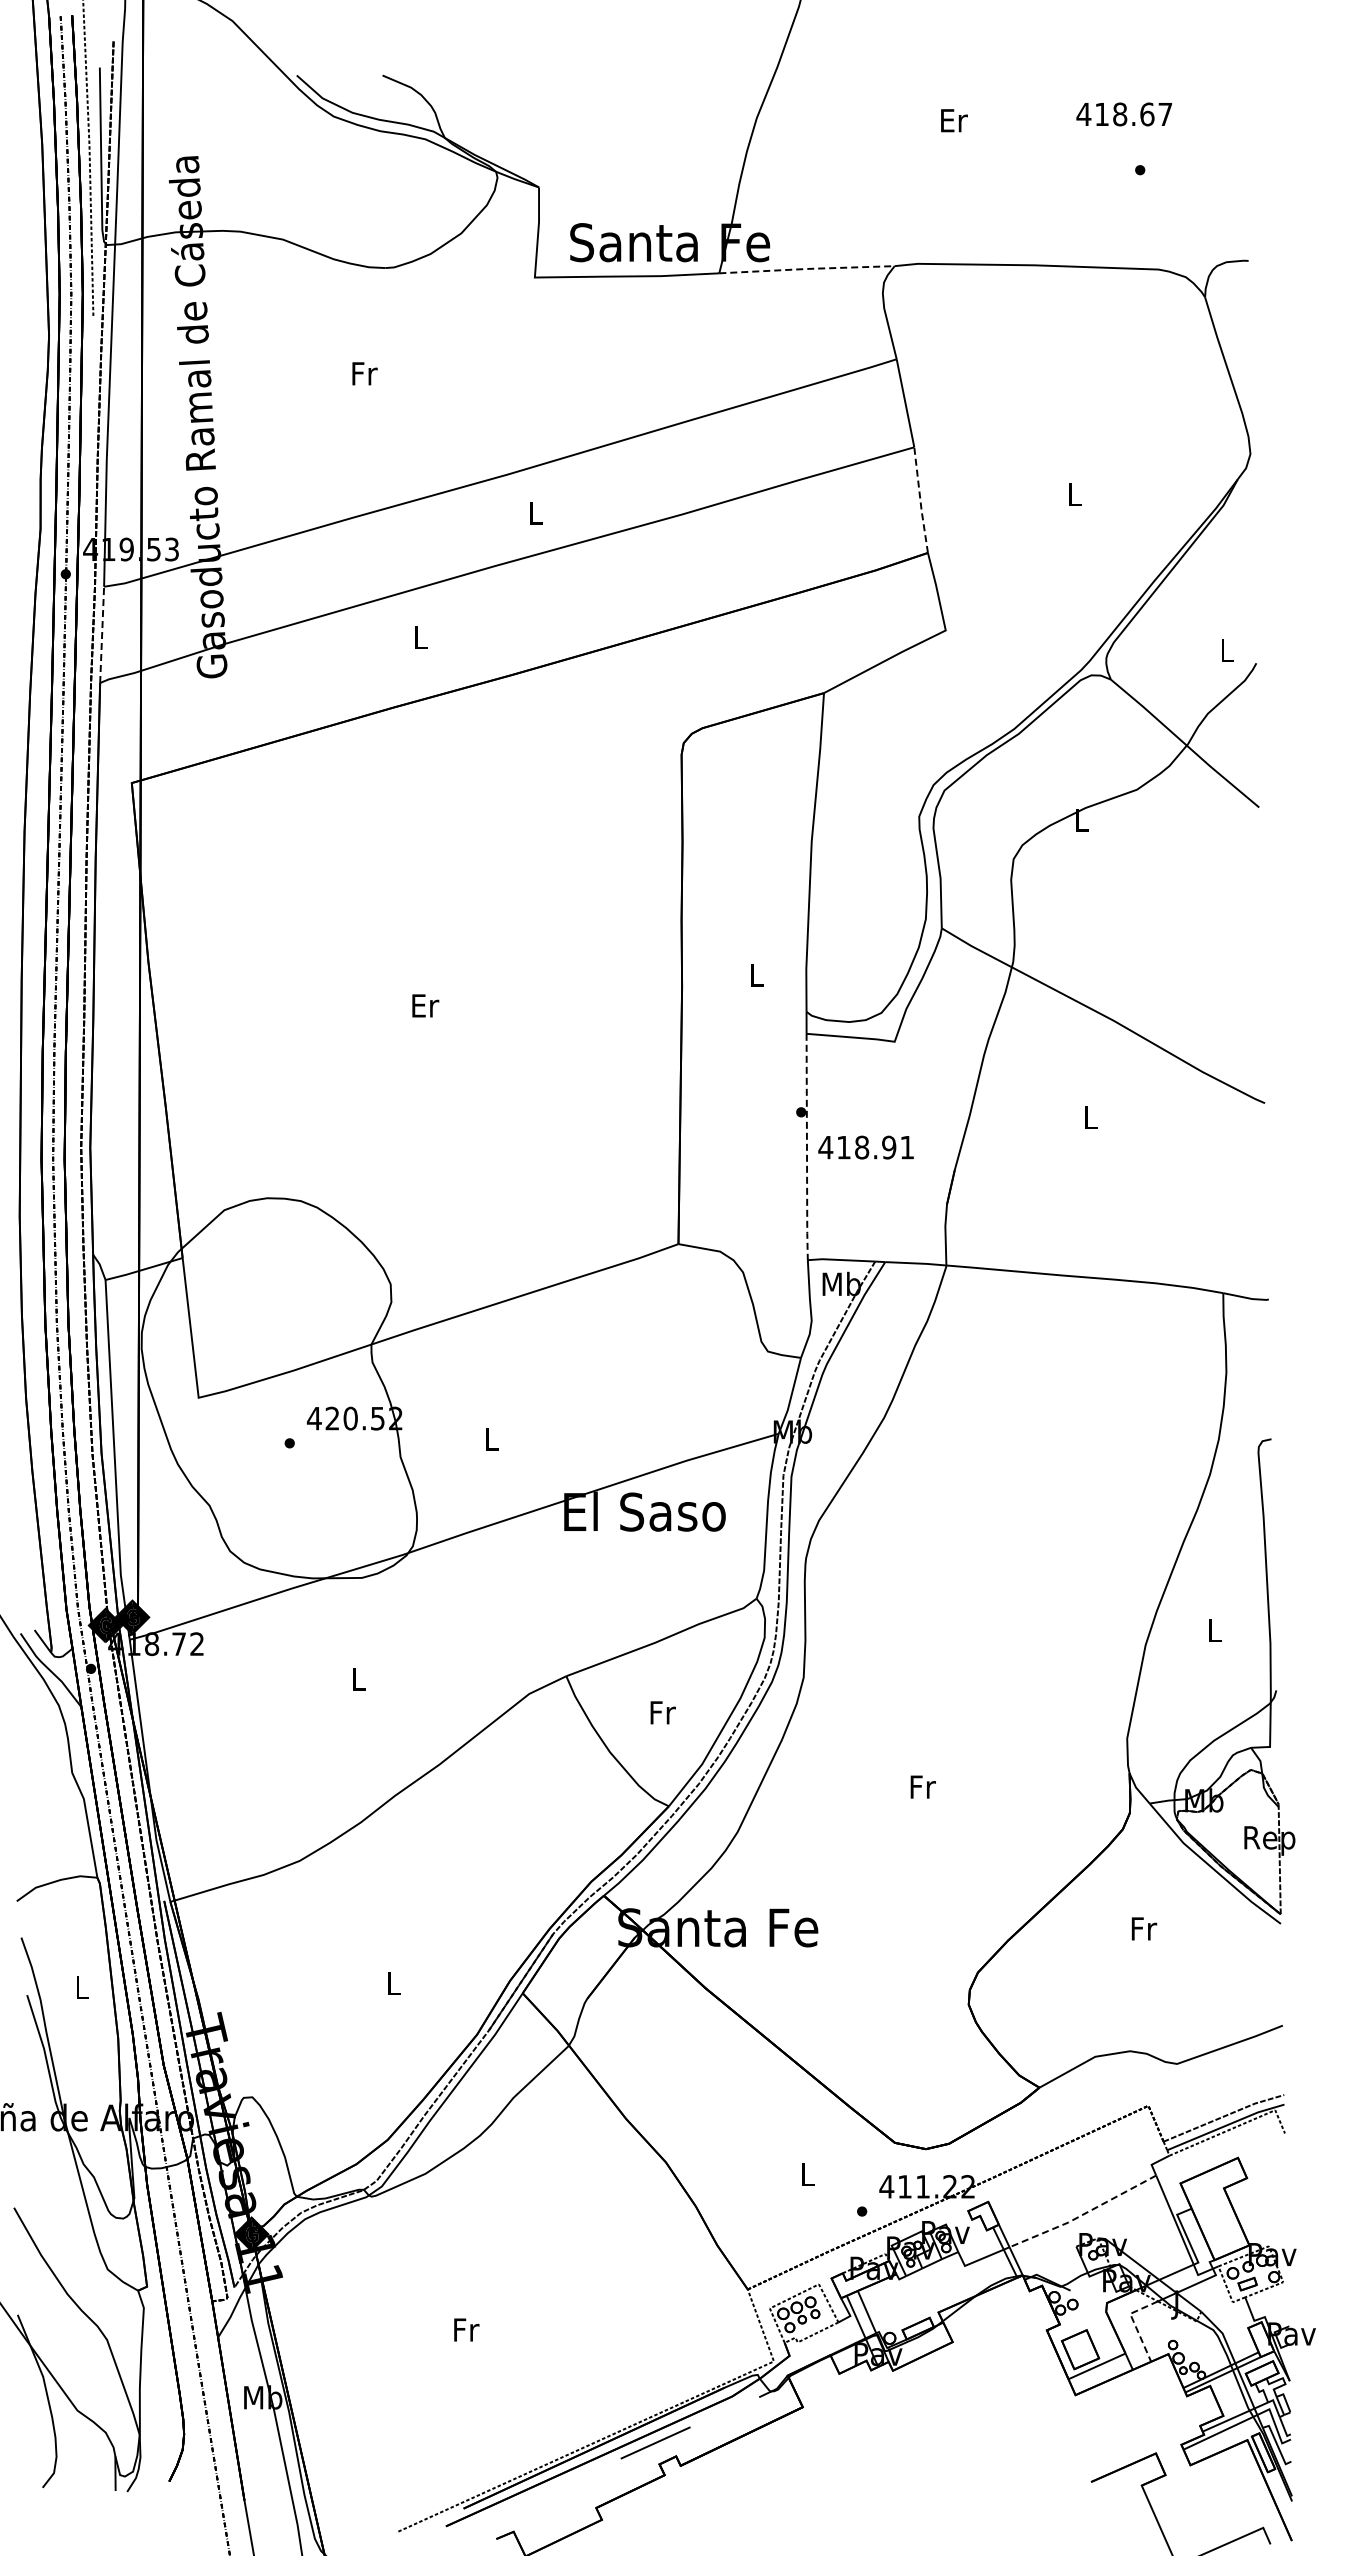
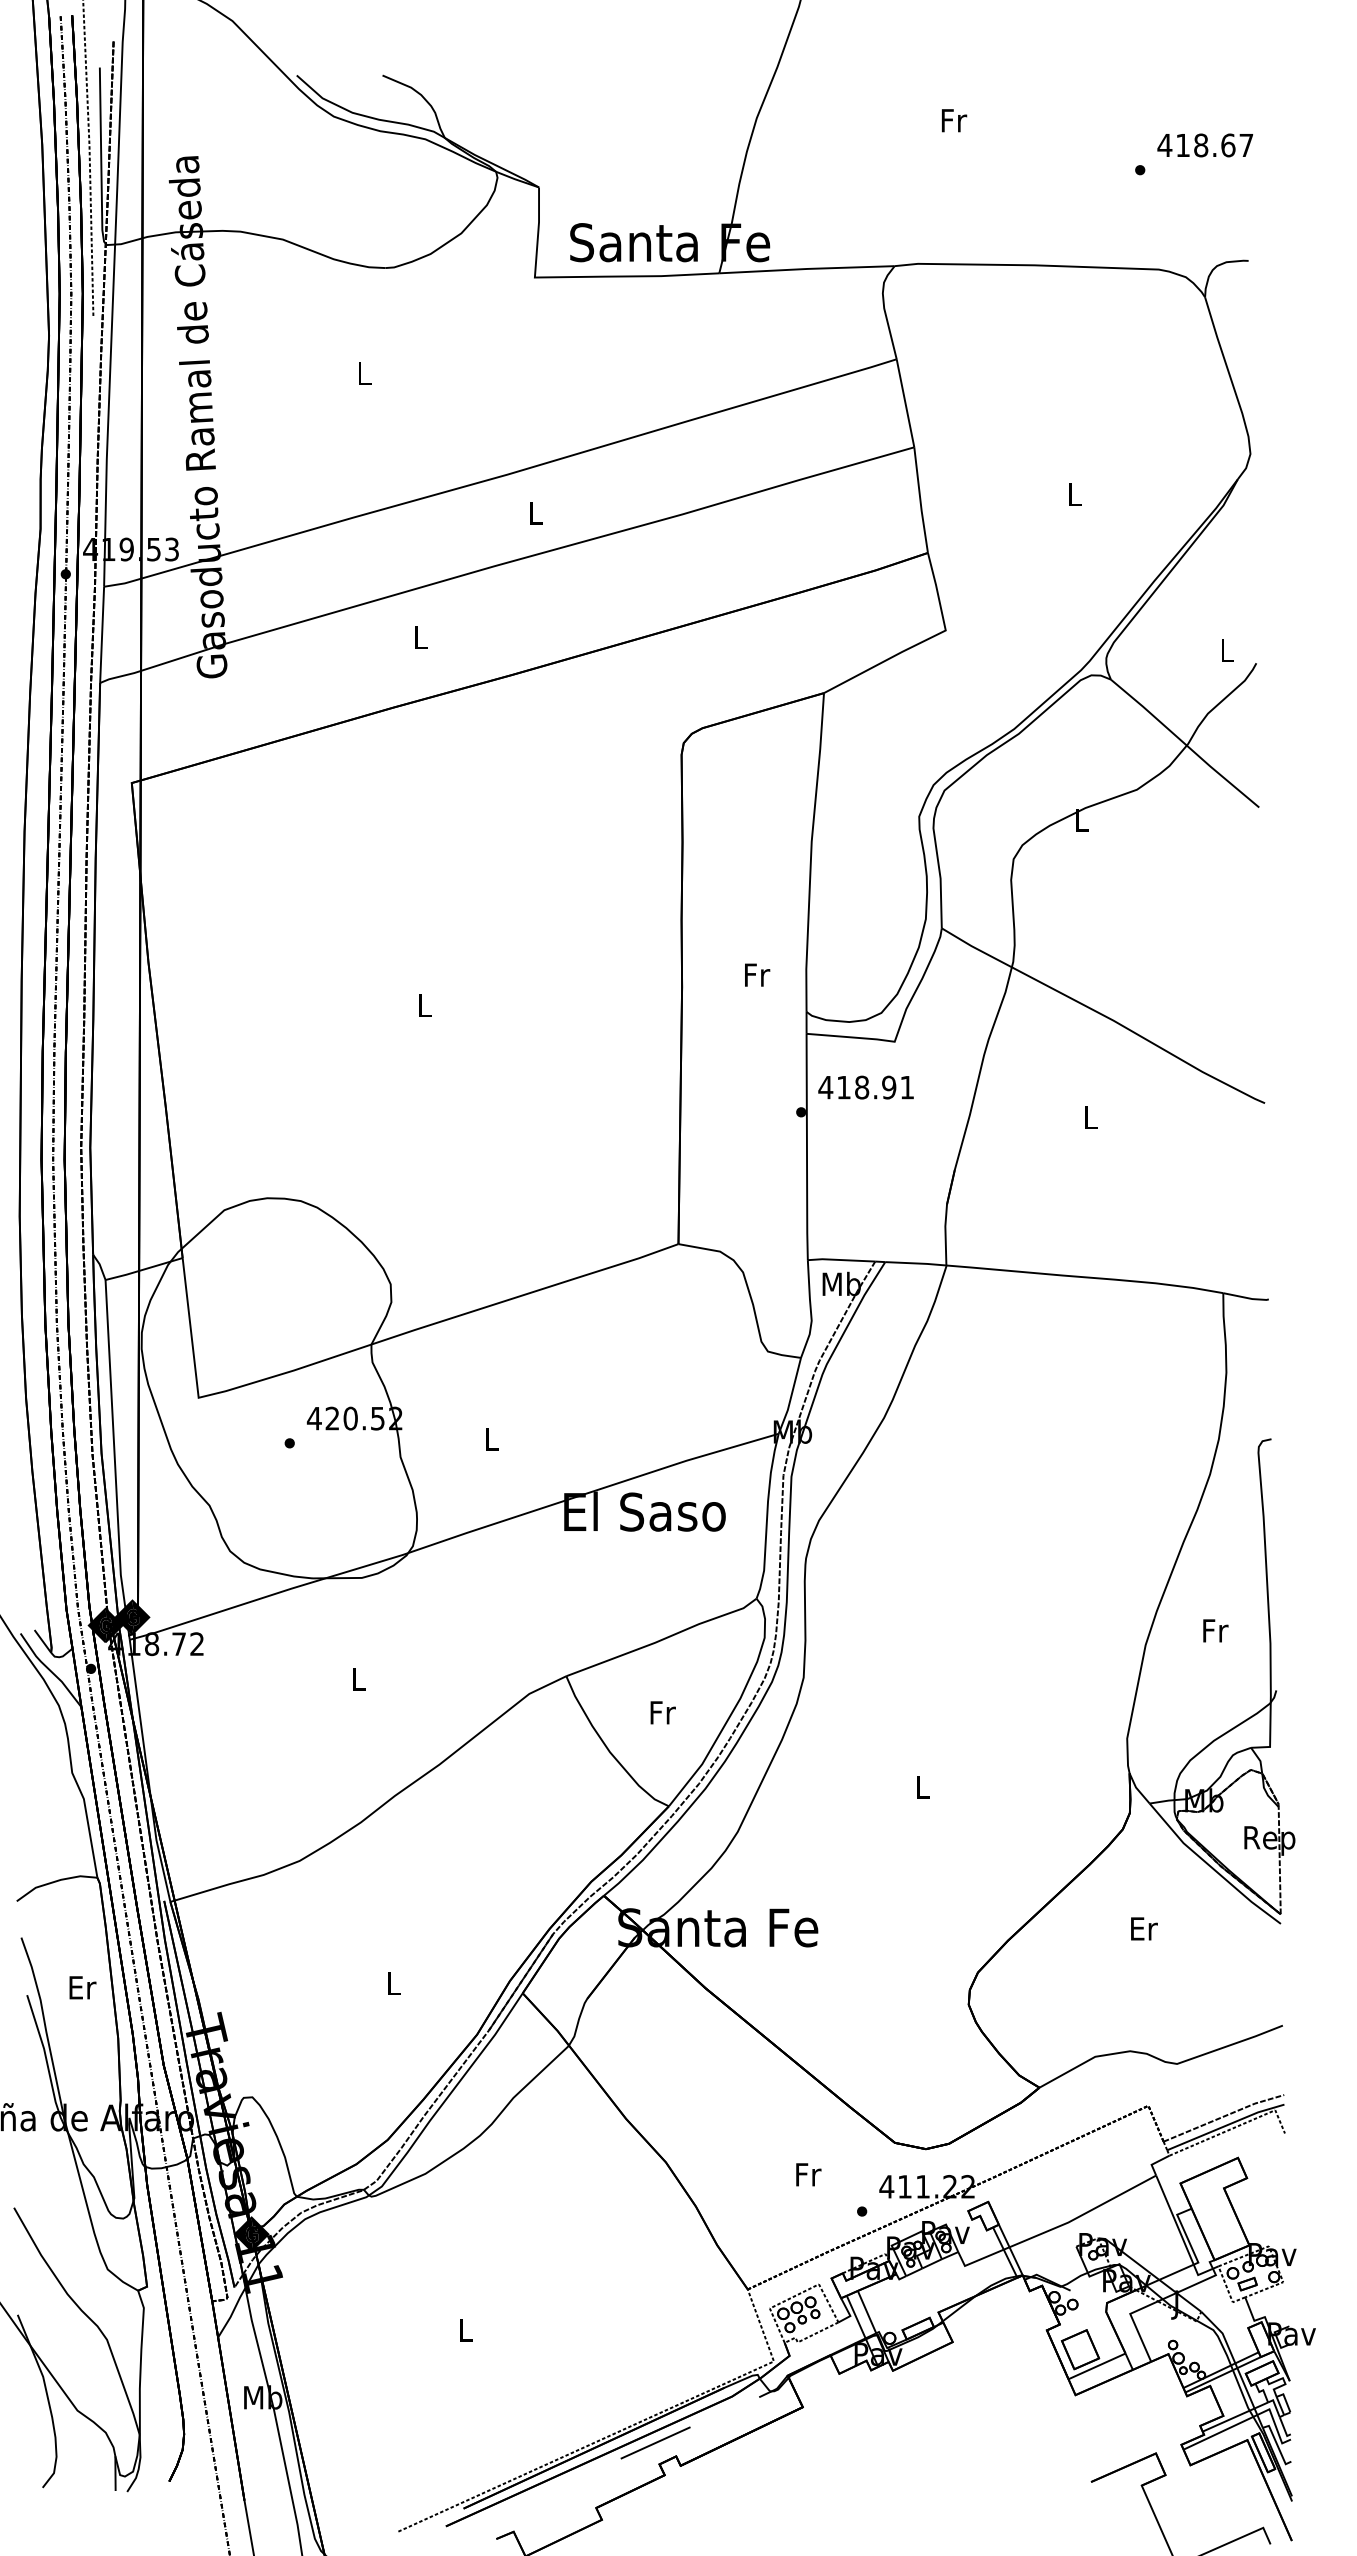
text at (1124, 114) position: (1124, 114) -> (1205, 145)
text at (954, 120): Er -> Fr
line at (807, 268): dashed -> solid
text at (364, 373): Fr -> L
line at (920, 500): dashed -> solid
line at (102, 634): dashed -> solid
text at (757, 974): L -> Fr
text at (425, 1005): Er -> L
line at (806, 1147): dashed -> solid
text at (865, 1147) position: (865, 1147) -> (865, 1087)
text at (1215, 1630): L -> Fr
text at (922, 1786): Fr -> L
text at (1144, 1928): Fr -> Er
text at (82, 1987): L -> Er
text at (808, 2174): L -> Fr
line at (1083, 2214): dashed -> solid
line at (1134, 2323): dashed -> solid
text at (466, 2329): Fr -> L
